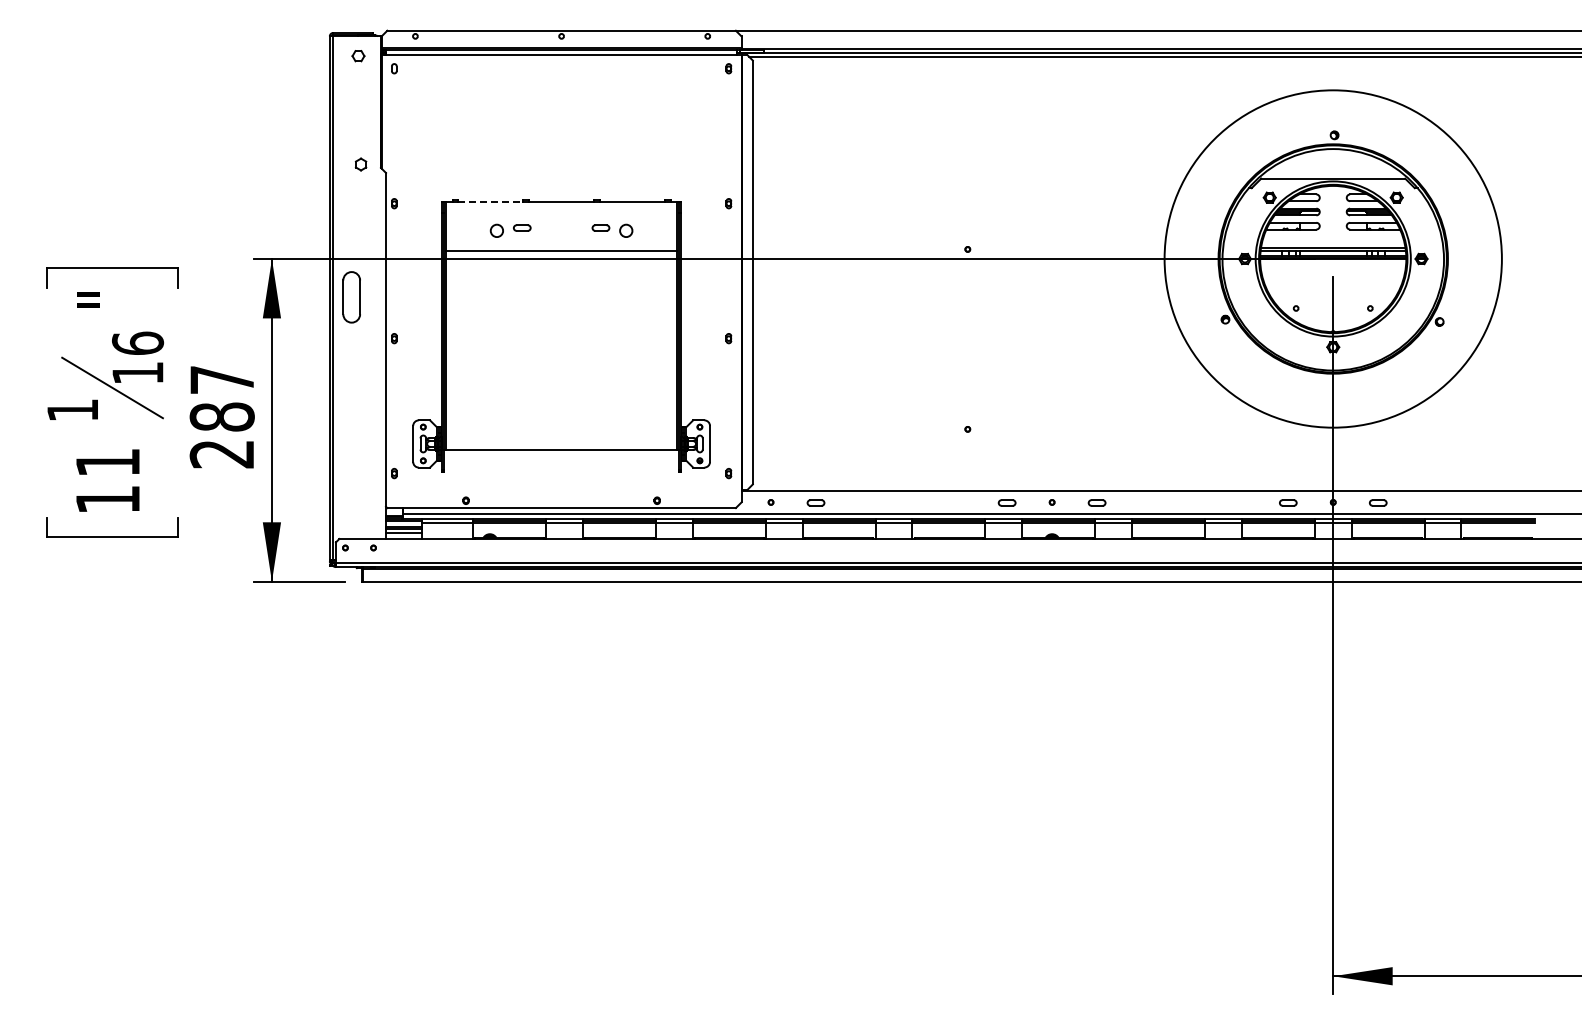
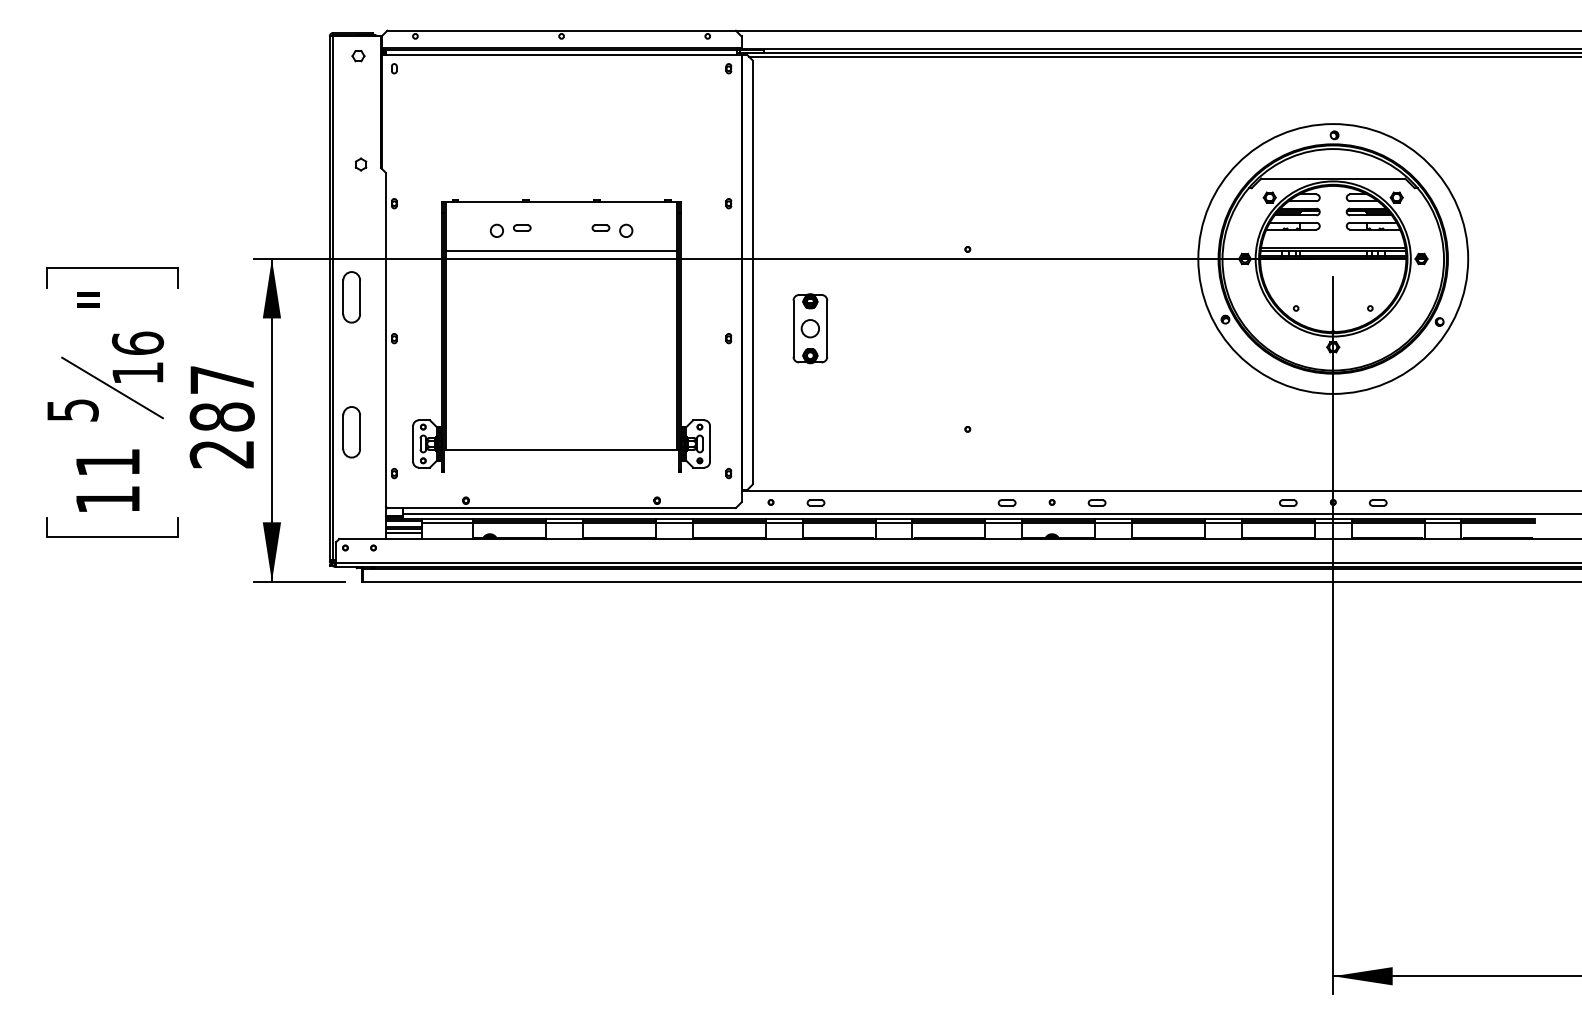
line at (490, 202): dashed -> solid
circle at (1332, 258) diameter: 337 px -> 270 px
part at (810, 328): none -> present
text at (72, 410): 1 -> 5
part at (351, 432): none -> present
